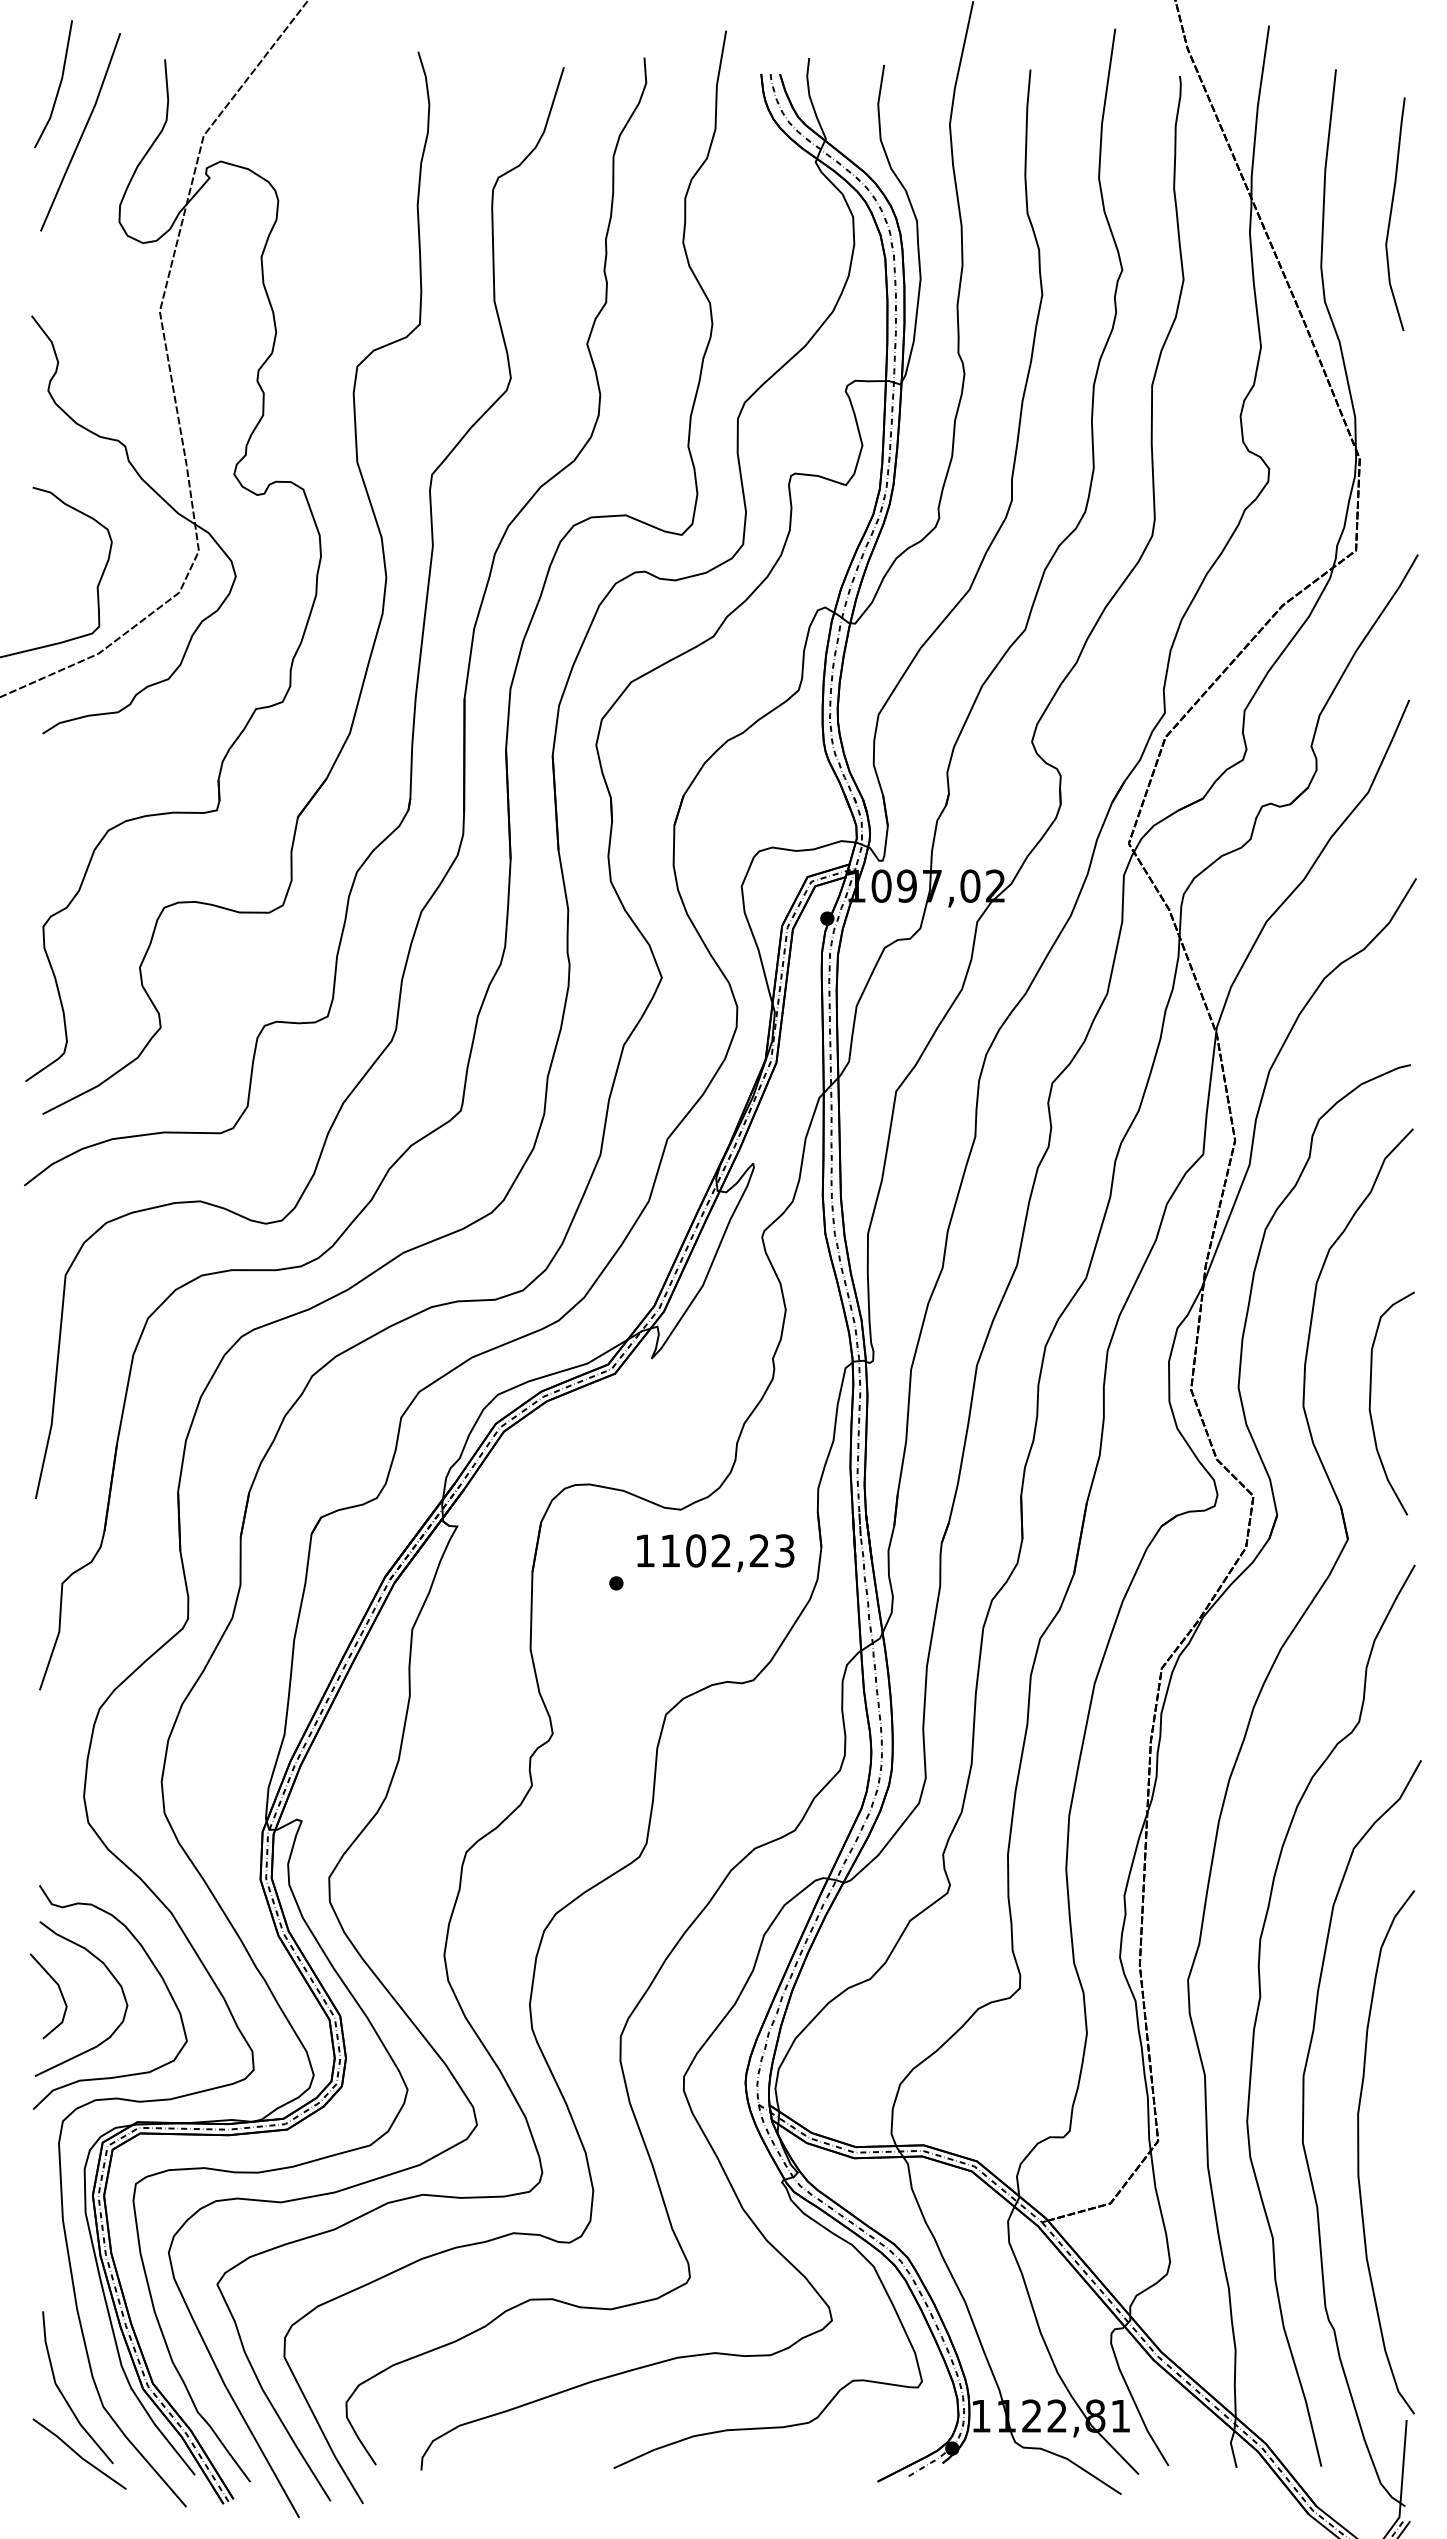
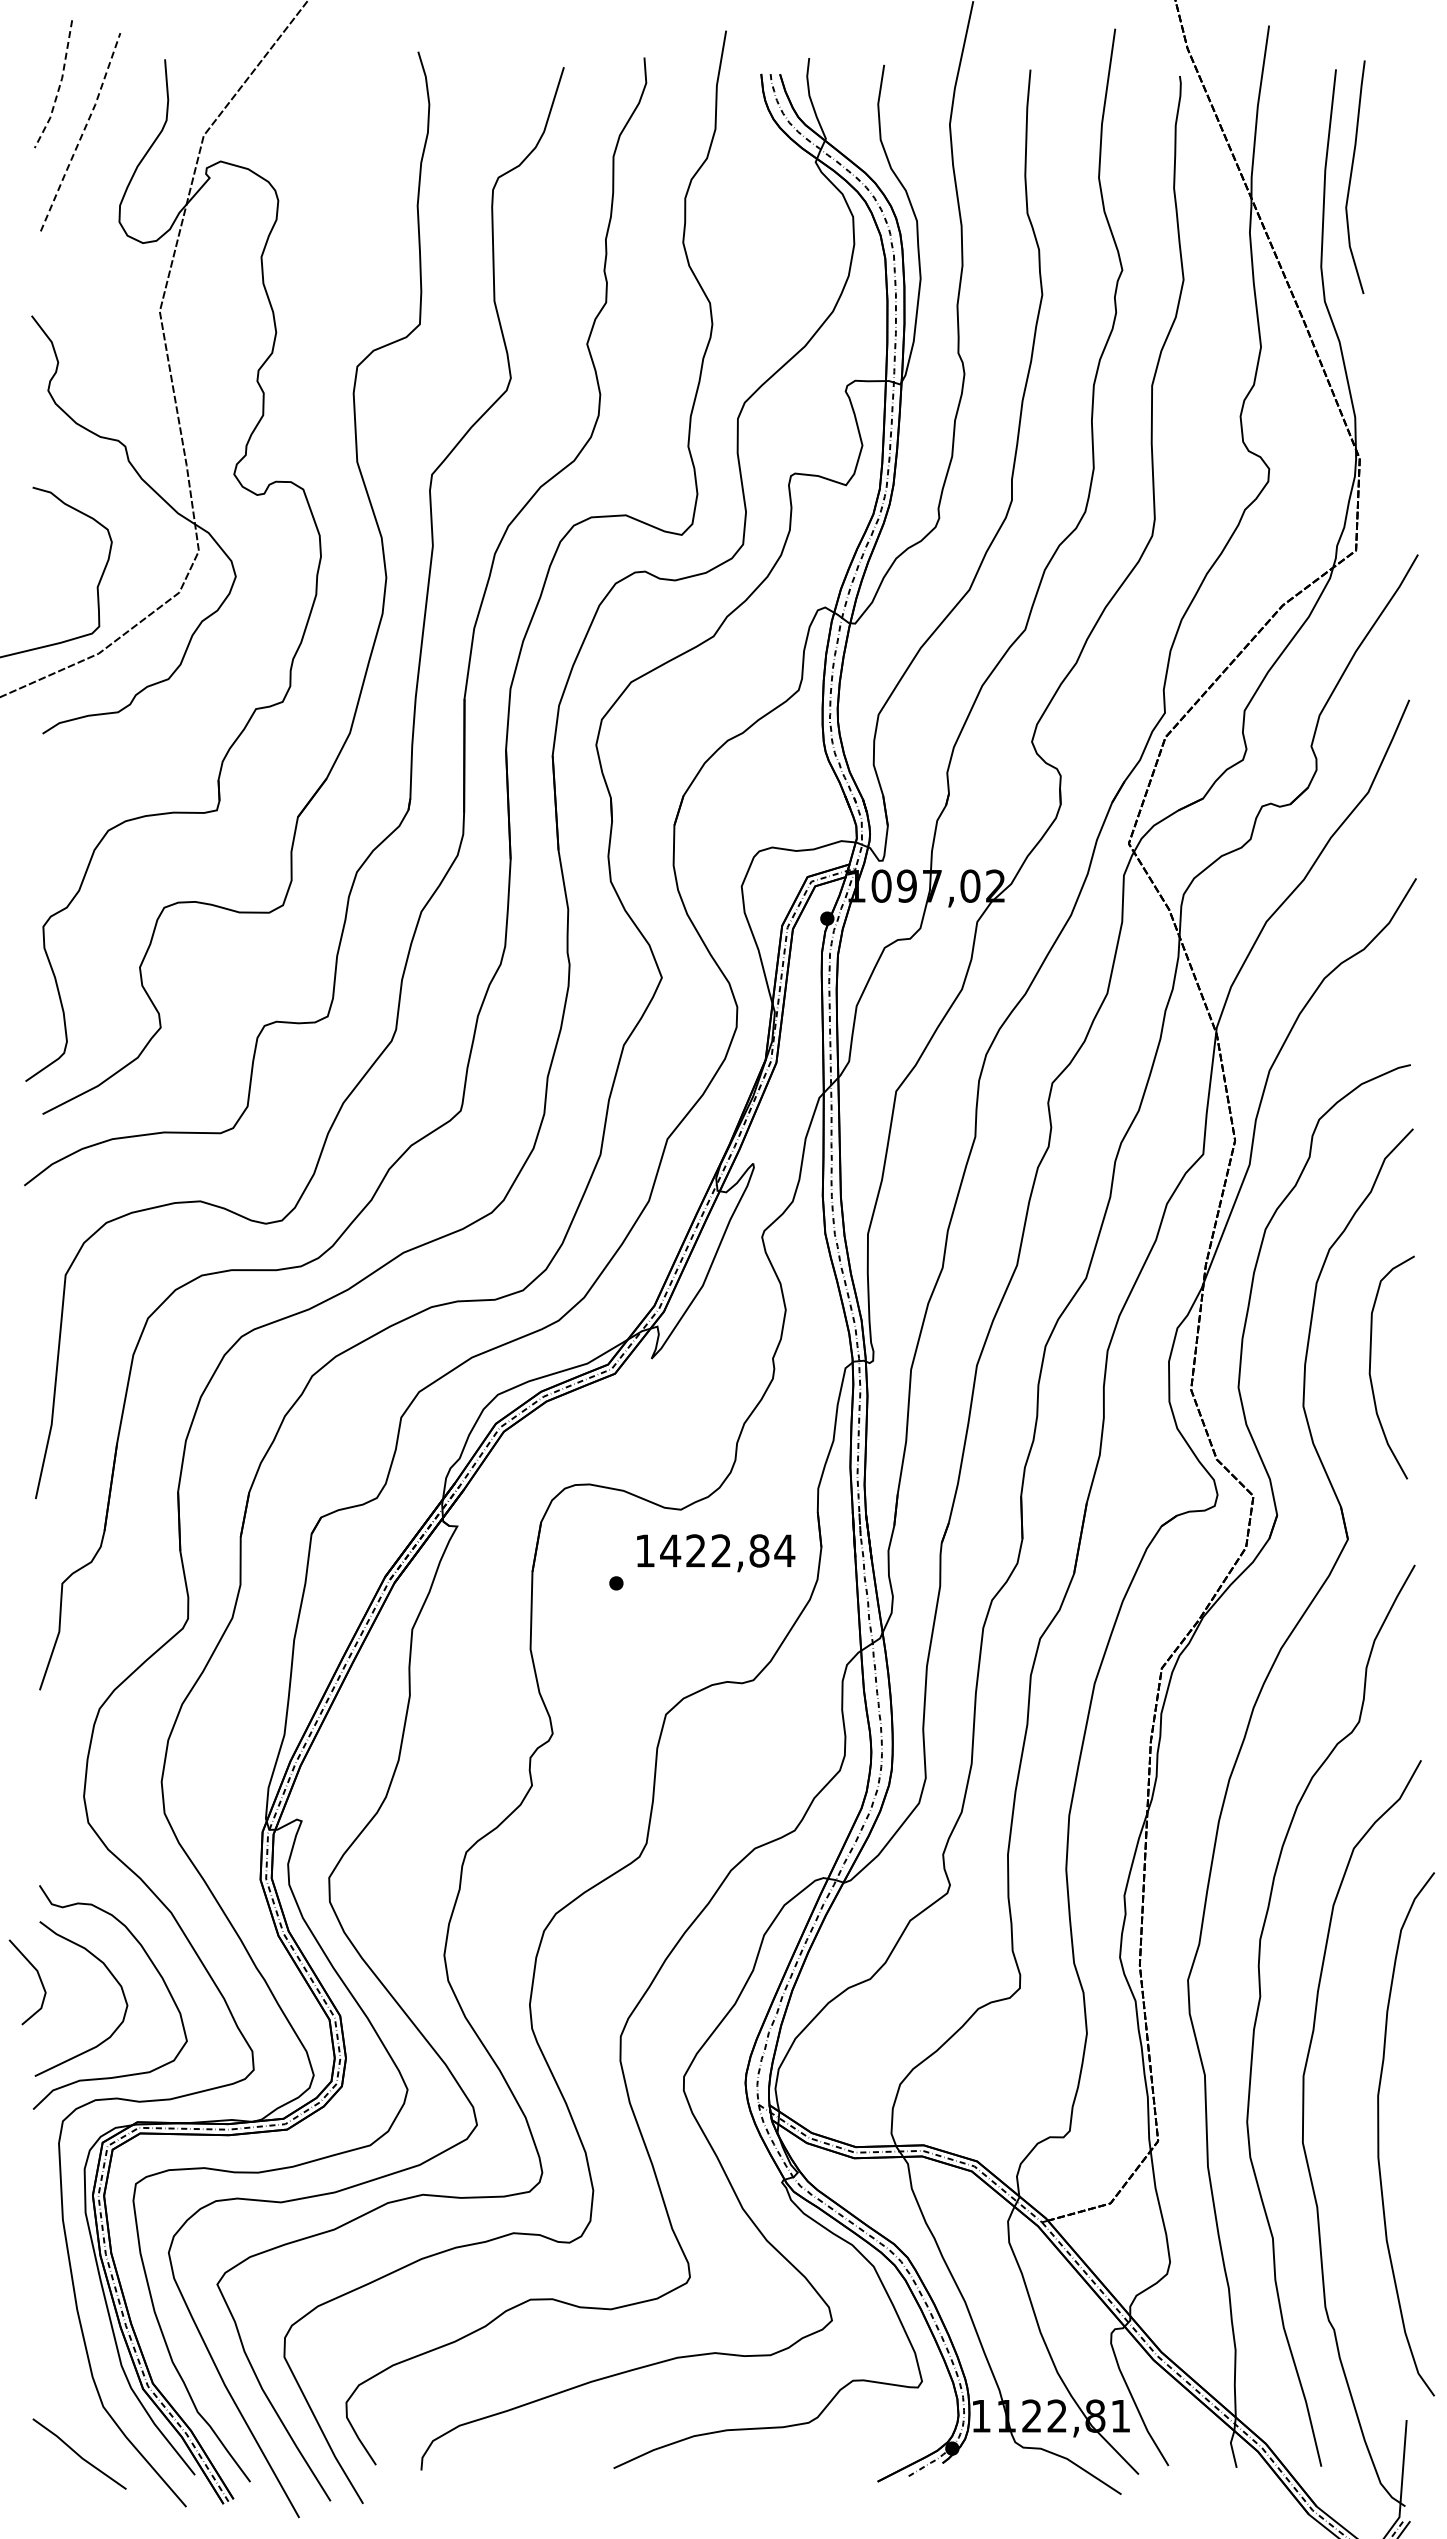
line at (59, 86): solid -> dashed
line at (83, 132): solid -> dashed
curve at (1391, 213) position: (1391, 213) -> (1351, 176)
curve at (1371, 1397) position: (1371, 1397) -> (1371, 1361)
text at (727, 1550): 1102,23 -> 1422,84
line at (59, 1991) position: (59, 1991) -> (38, 1977)
curve at (1359, 2152) position: (1359, 2152) -> (1379, 2134)
line at (65, 2397): present -> none
